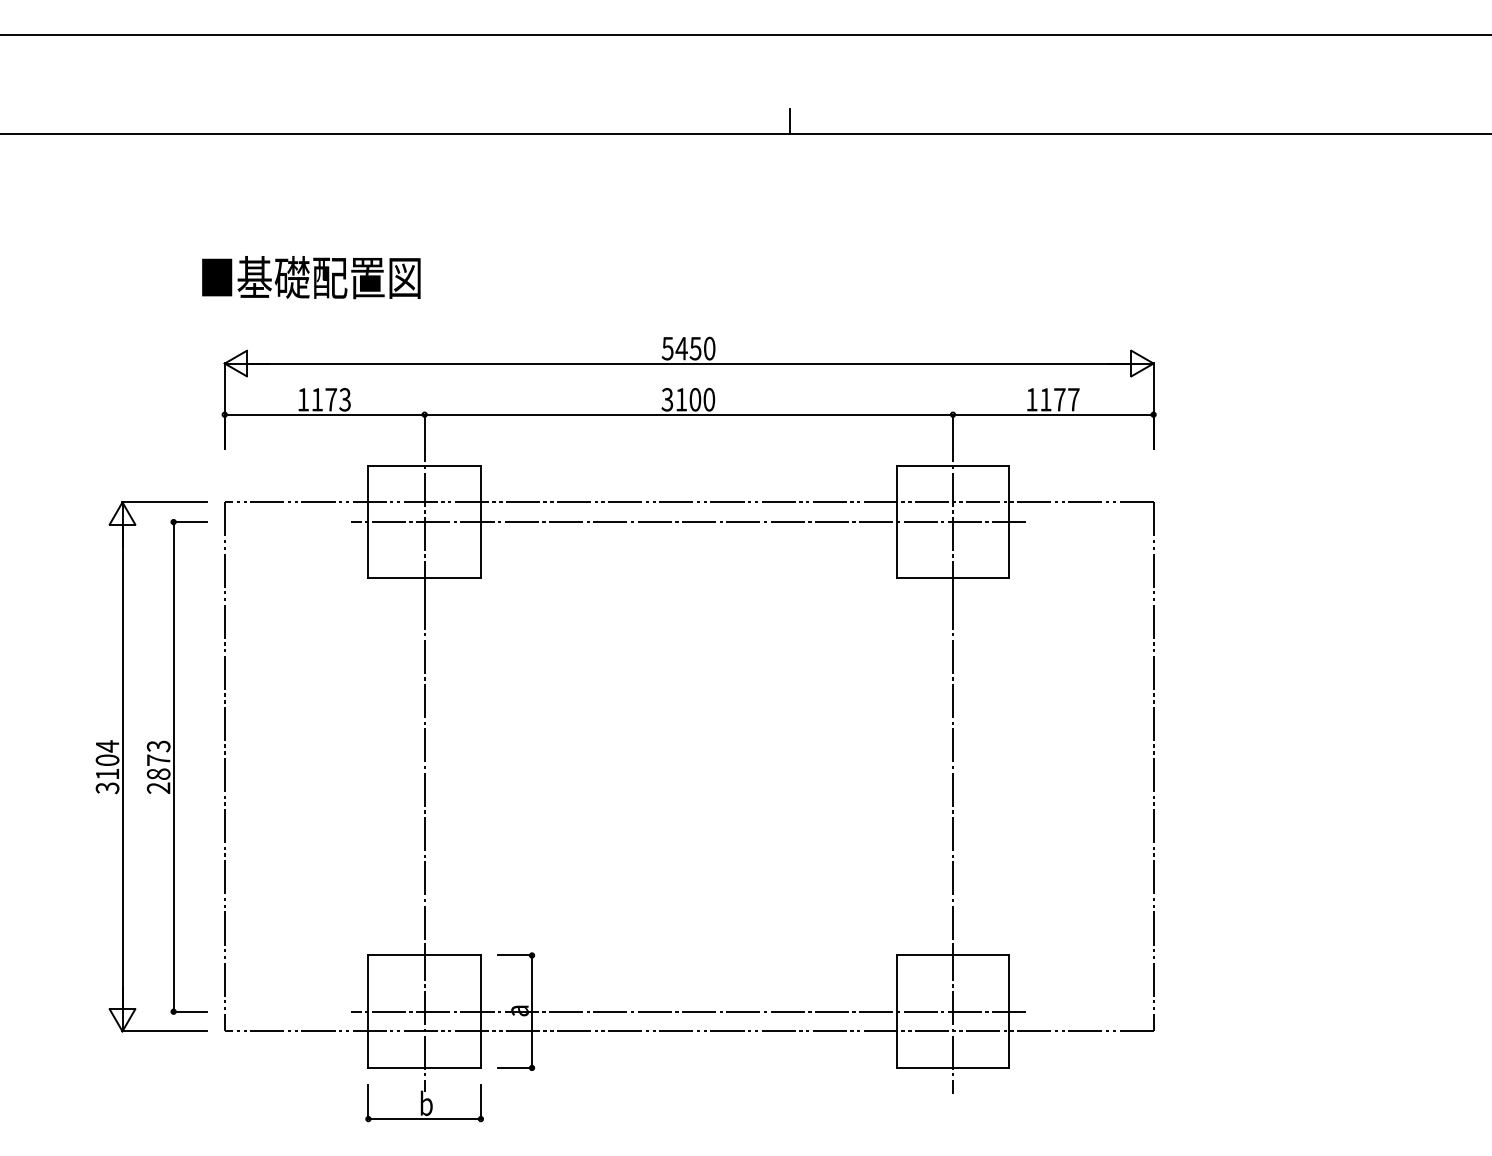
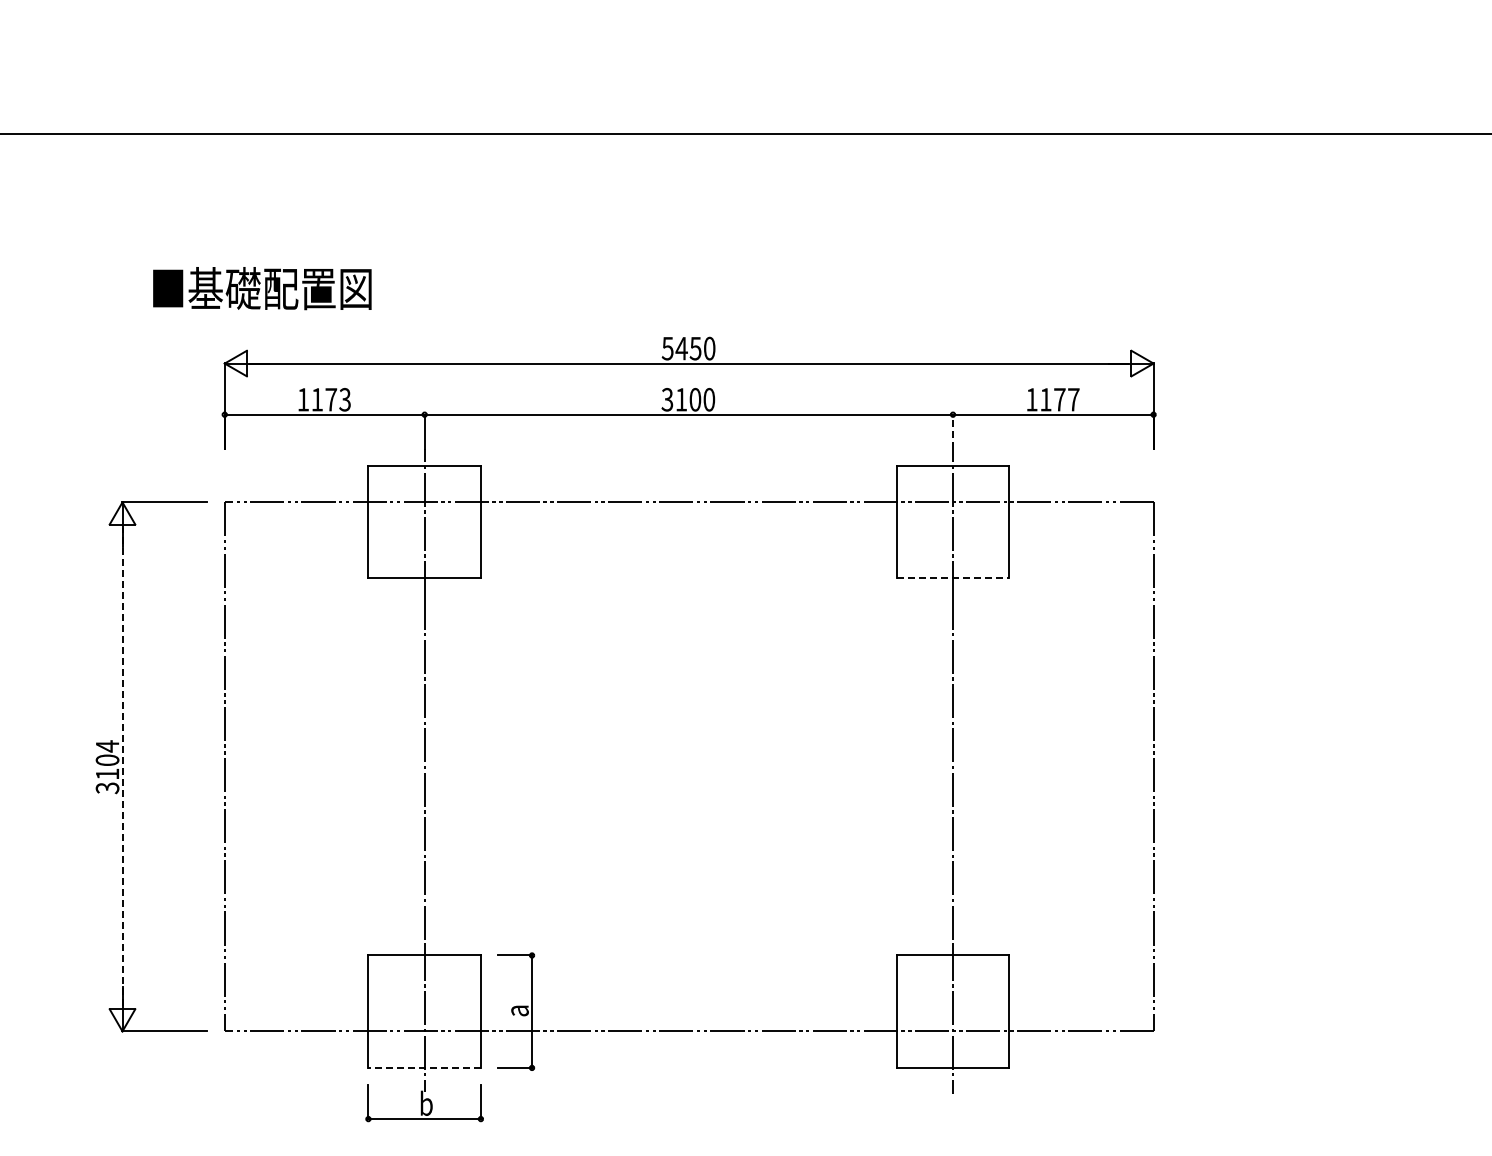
line at (745, 34): present -> none
line at (789, 121): present -> none
text at (311, 277) position: (311, 277) -> (262, 288)
line at (953, 431): solid -> dashed
line at (688, 522): present -> none
line at (953, 578): solid -> dashed
line at (122, 766): solid -> dashed
part at (176, 766): present -> none
line at (688, 1011): present -> none
line at (424, 1067): solid -> dashed
